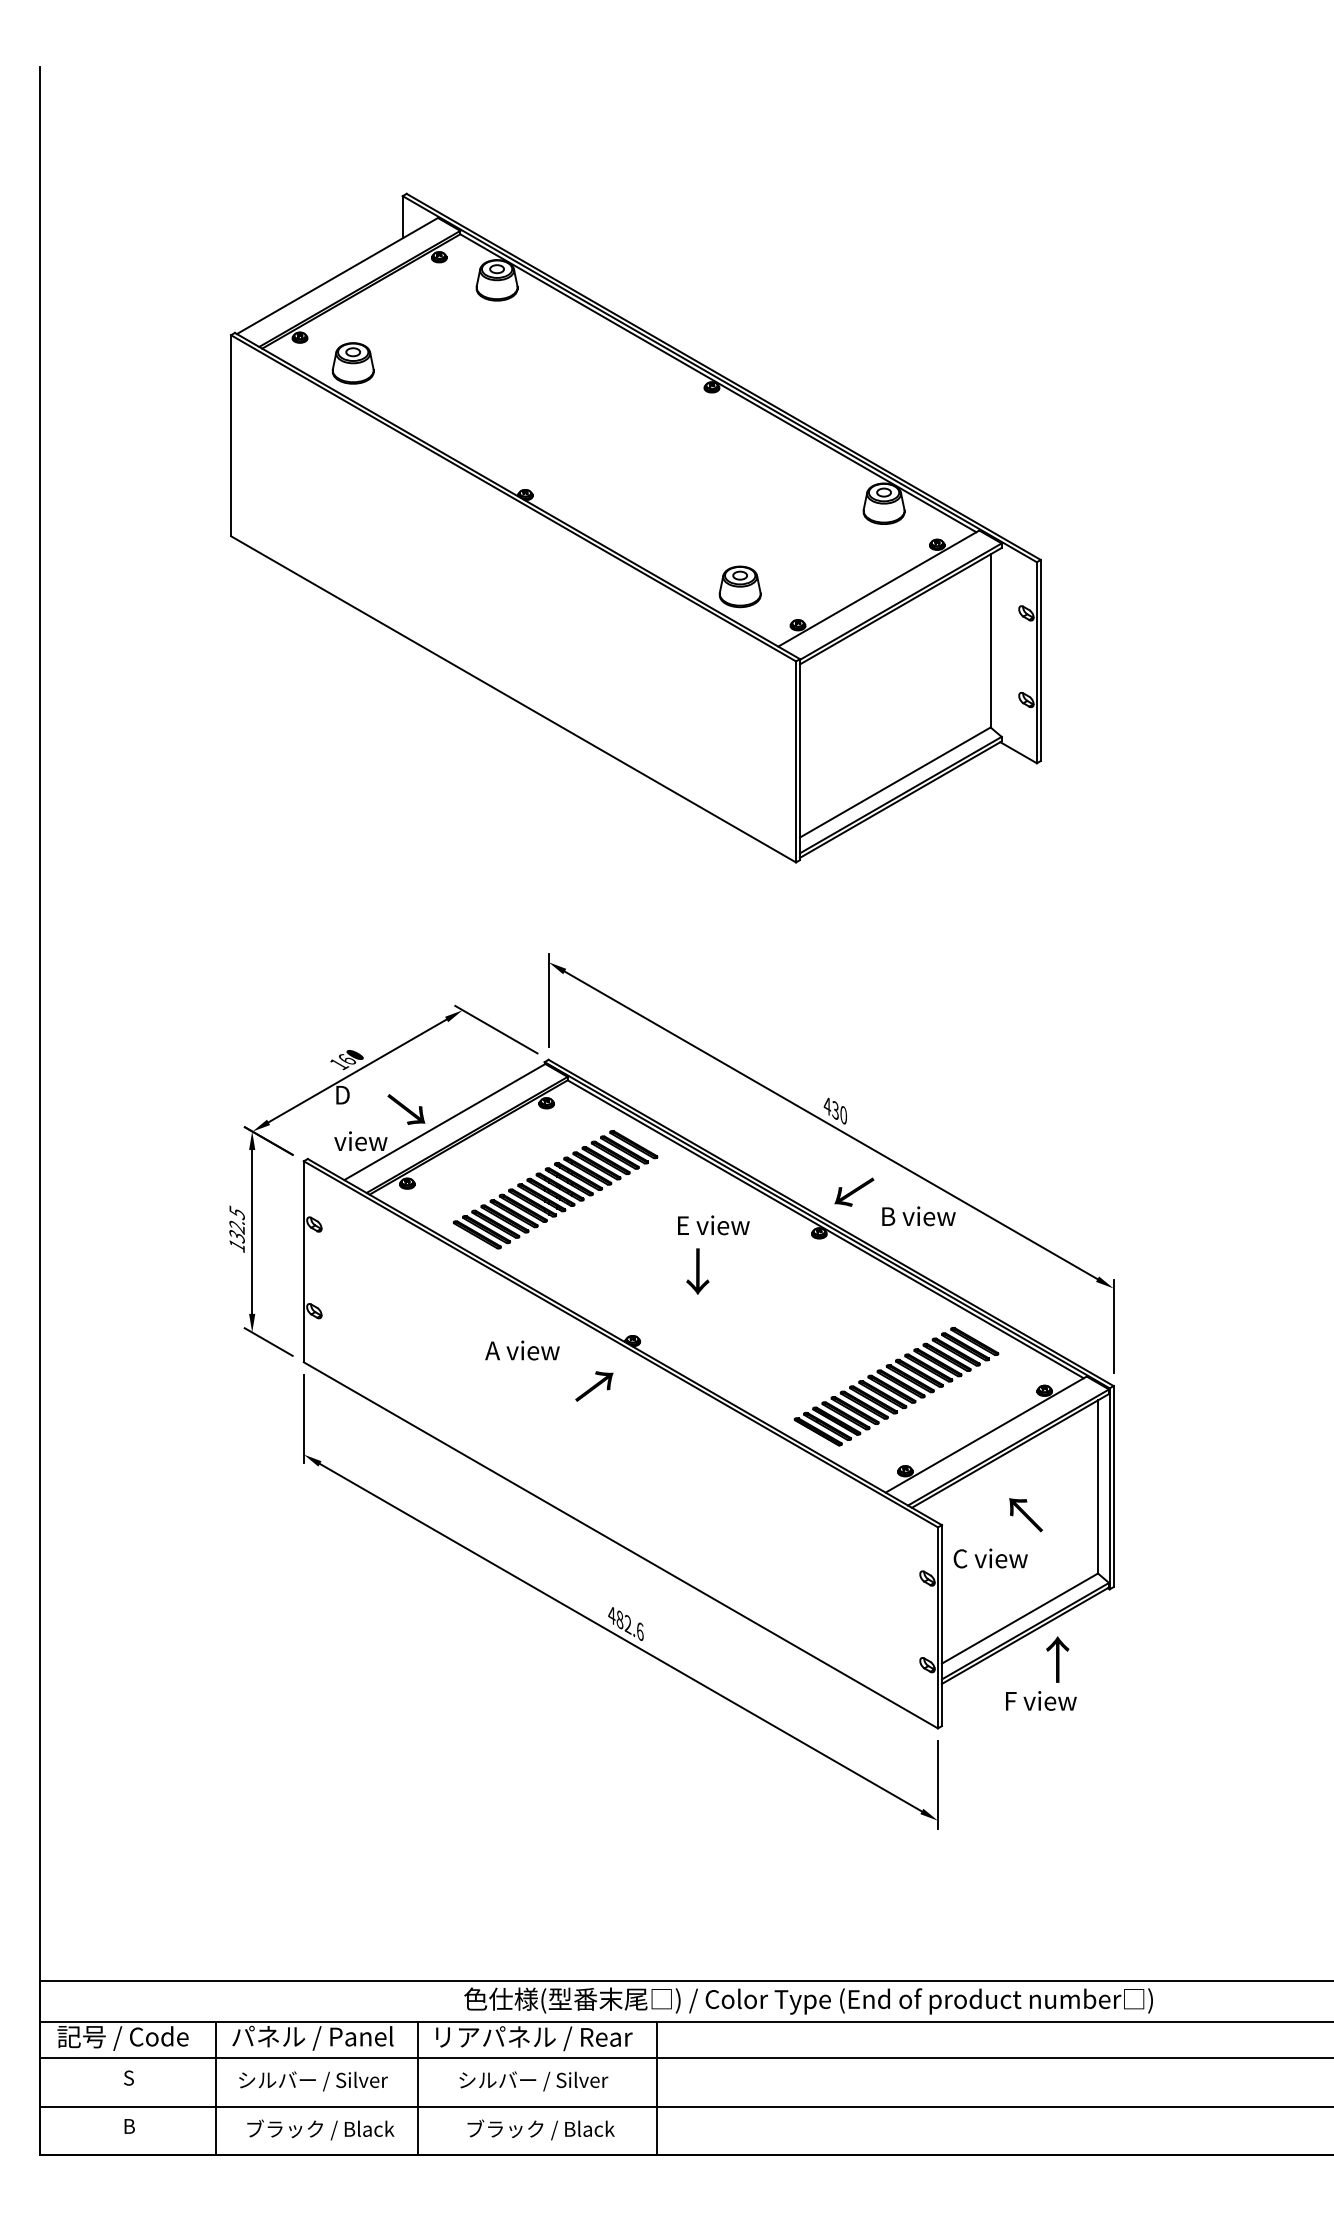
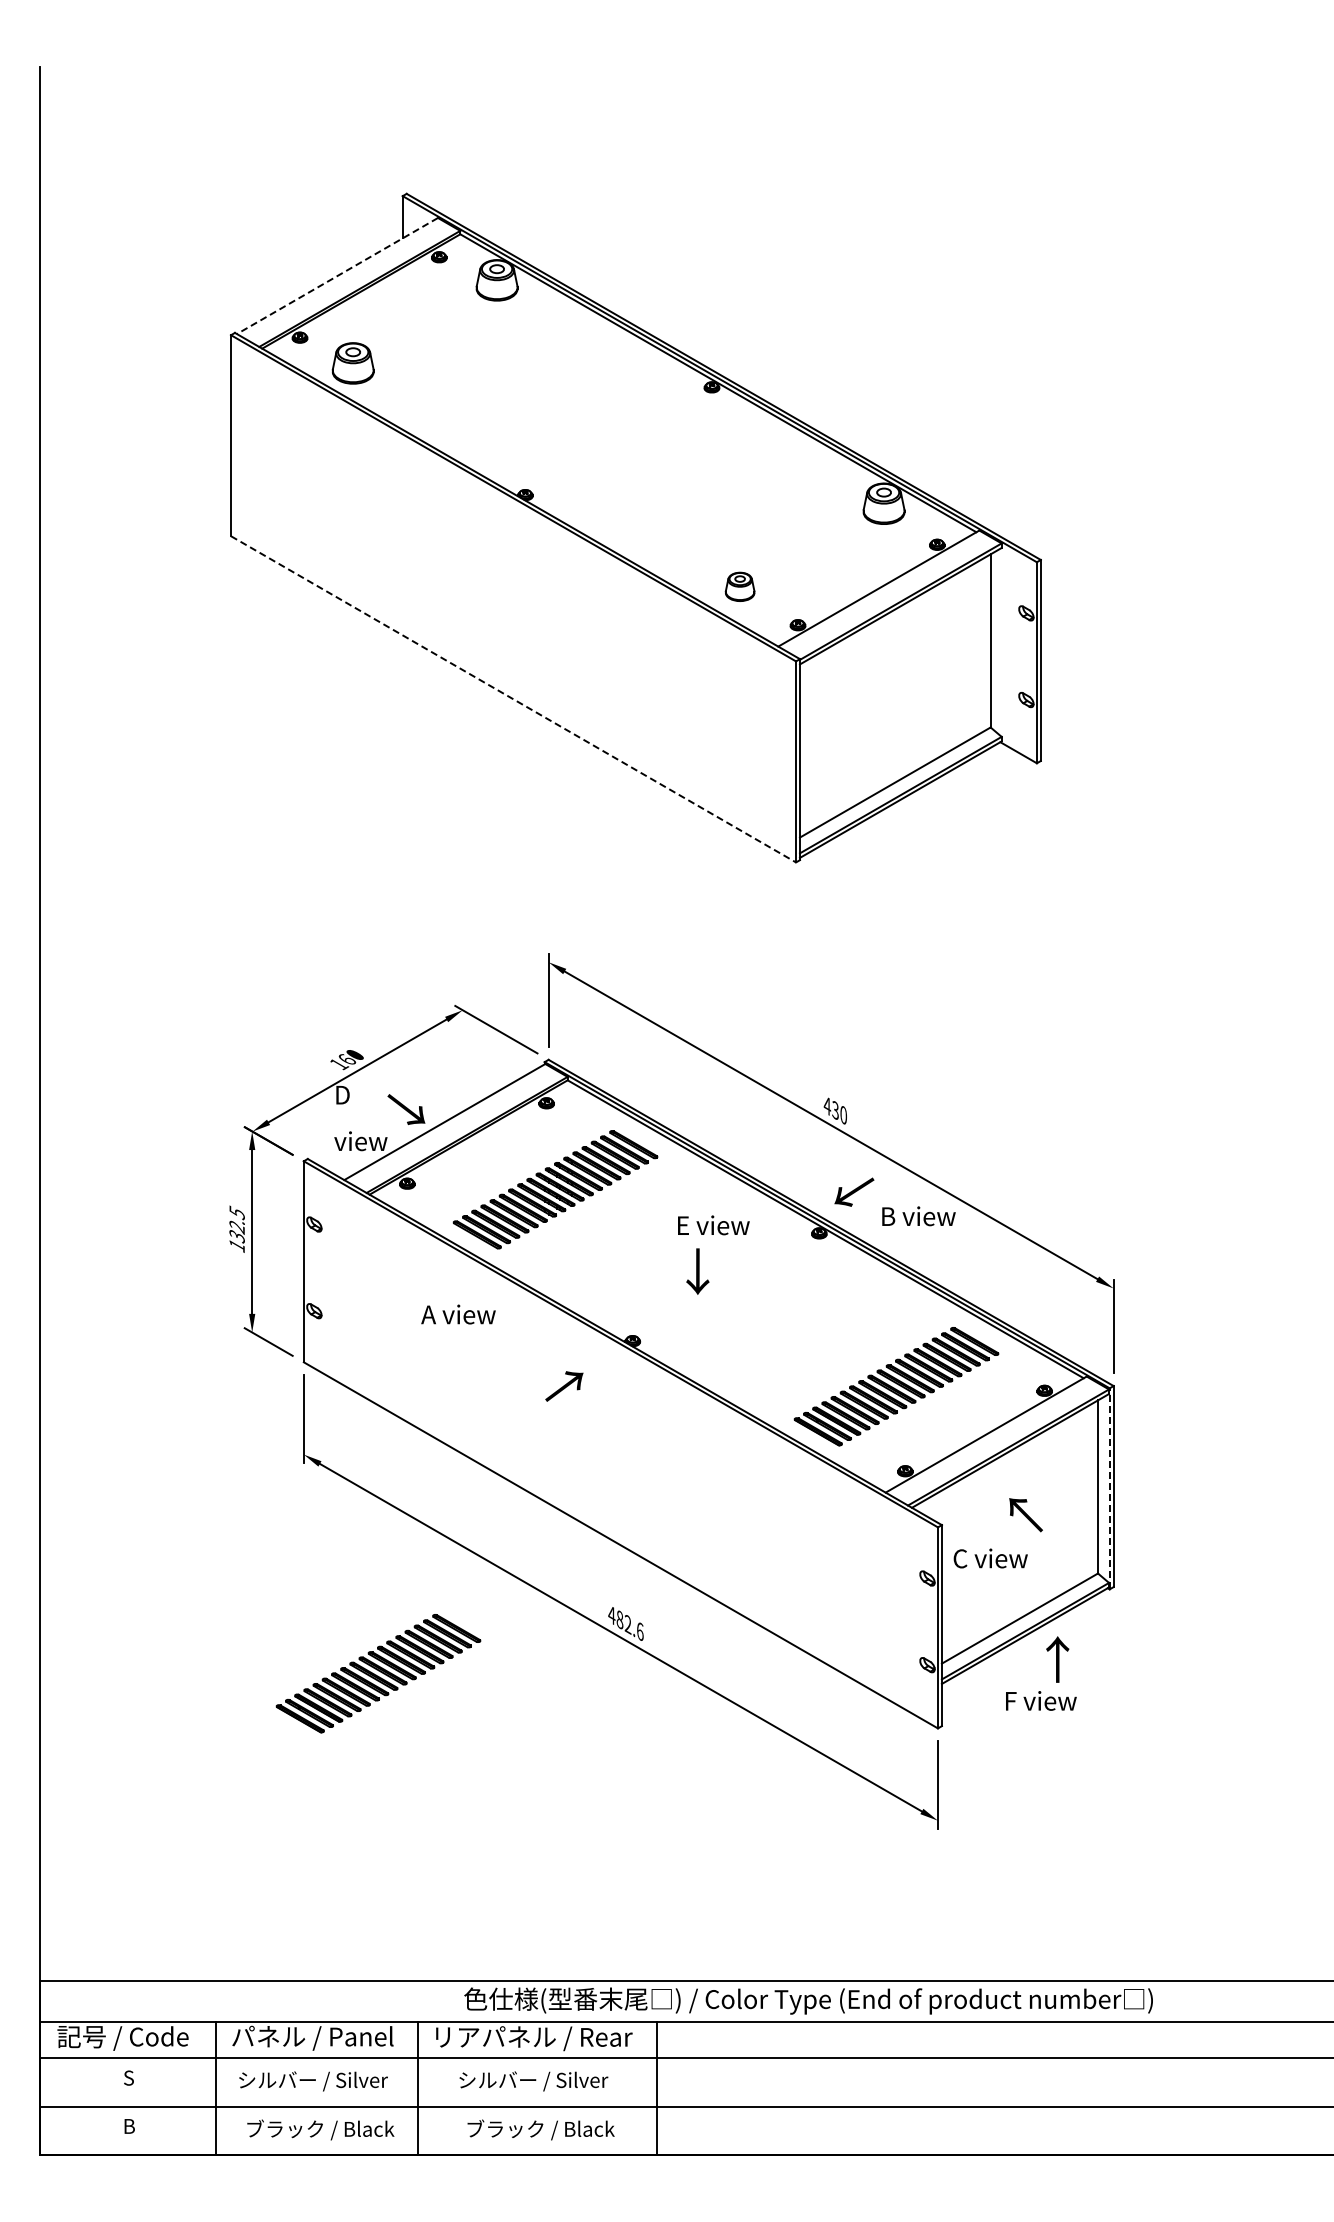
line at (337, 276): solid -> dashed
part at (739, 586) size: 44x44 px -> 32x31 px
line at (513, 699): solid -> dashed
text at (522, 1350) position: (522, 1350) -> (458, 1314)
text at (594, 1386) position: (594, 1386) -> (564, 1386)
line at (1109, 1488): solid -> dashed
part at (378, 1673): none -> present
